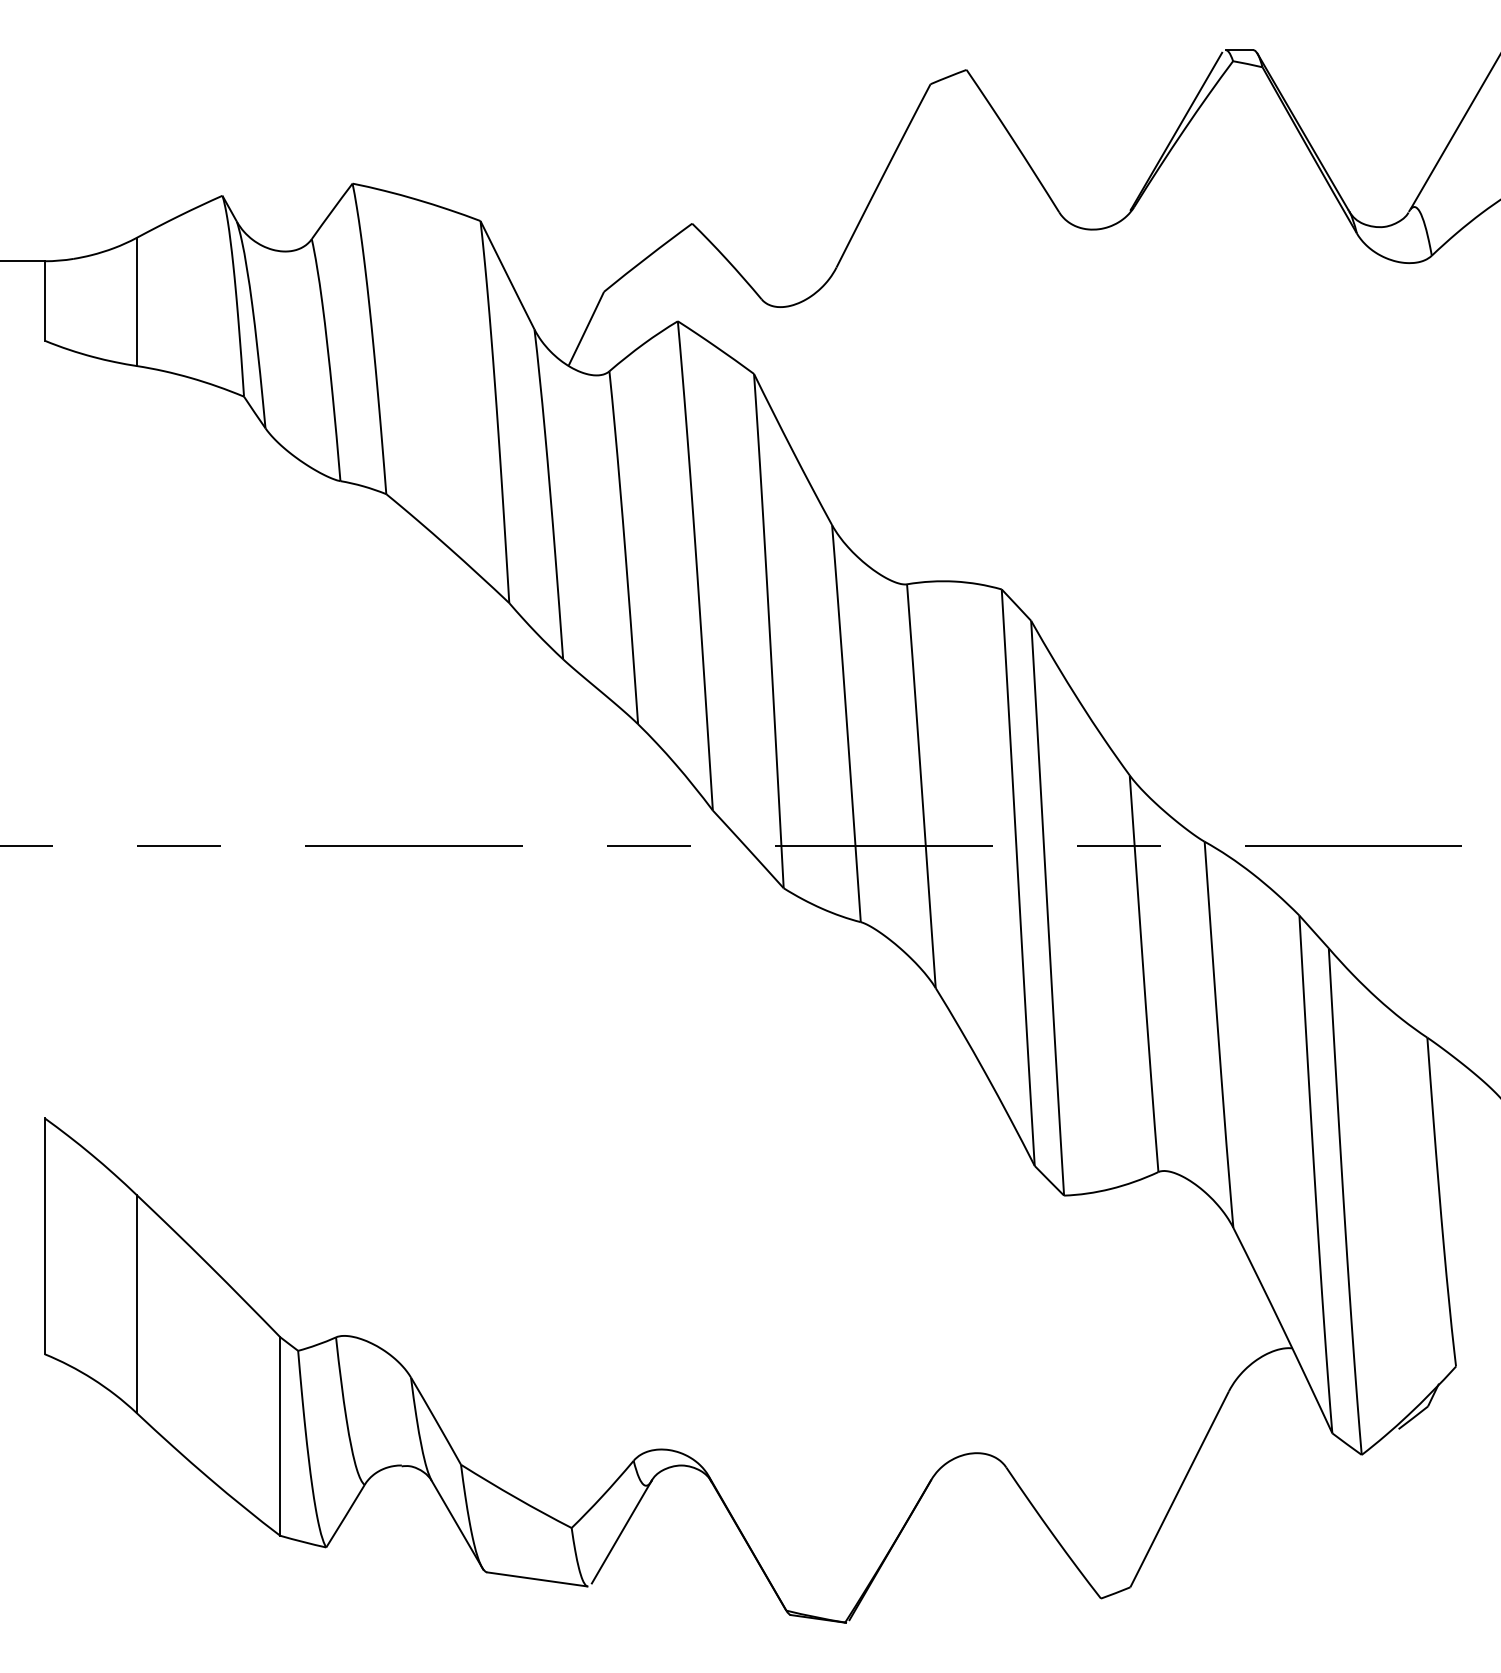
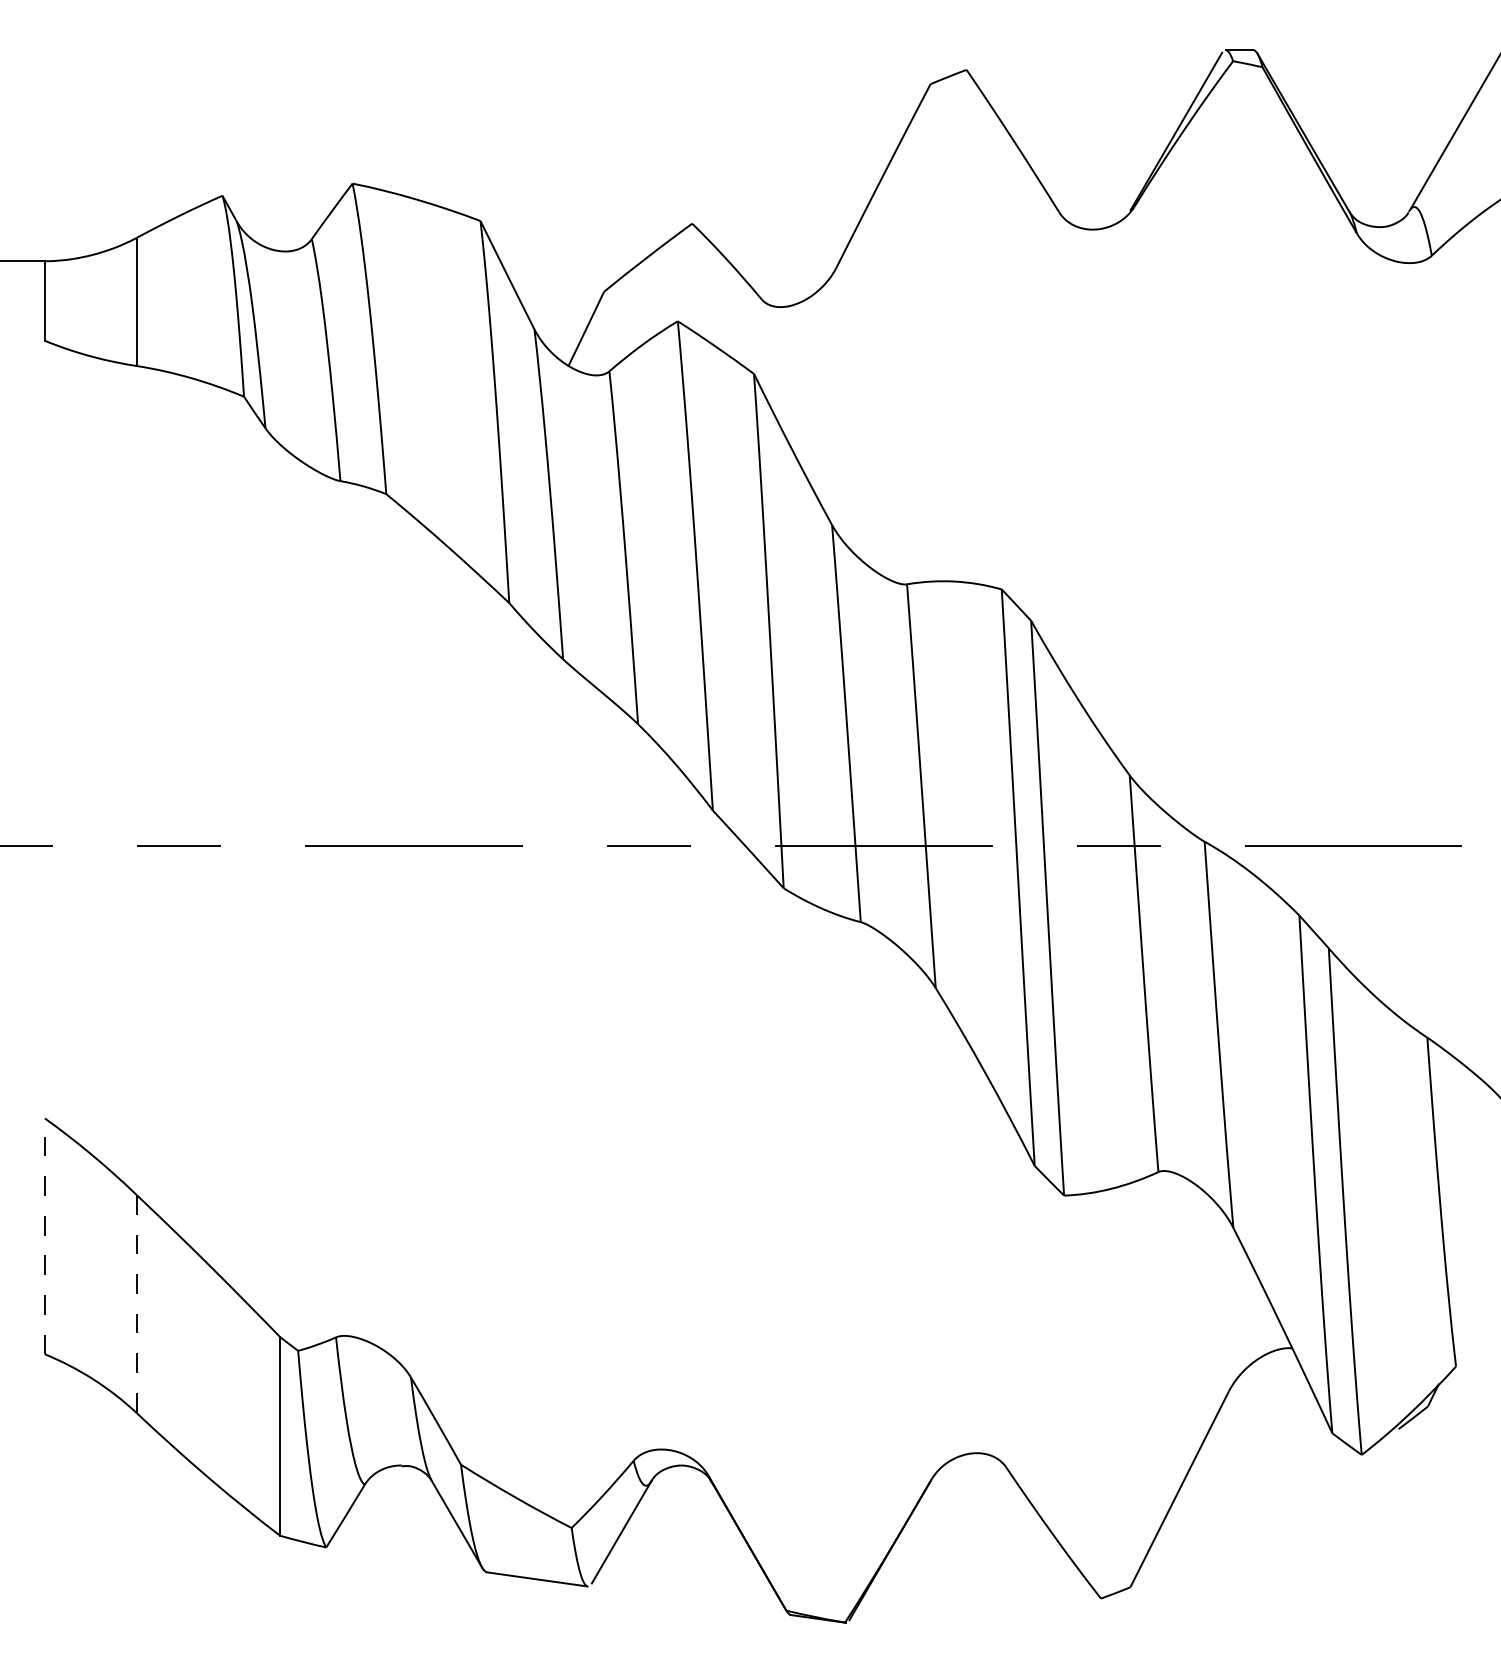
line at (44, 1236): solid -> dashed
line at (136, 1304): solid -> dashed
